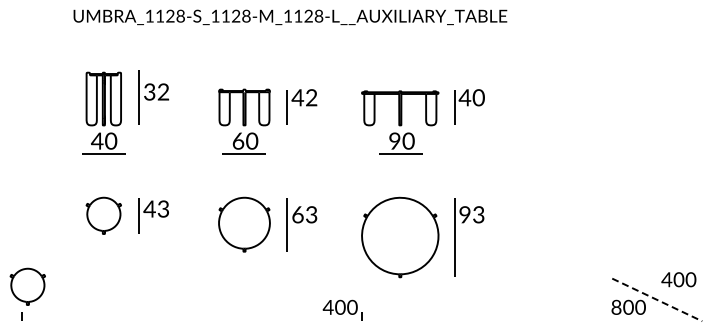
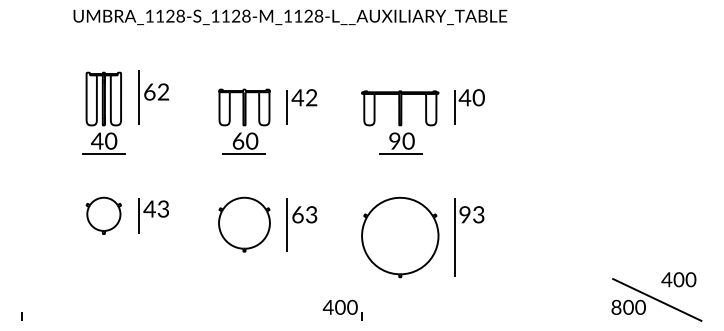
text at (149, 91): 32 -> 62
part at (27, 286): present -> none
line at (657, 299): dashed -> solid
